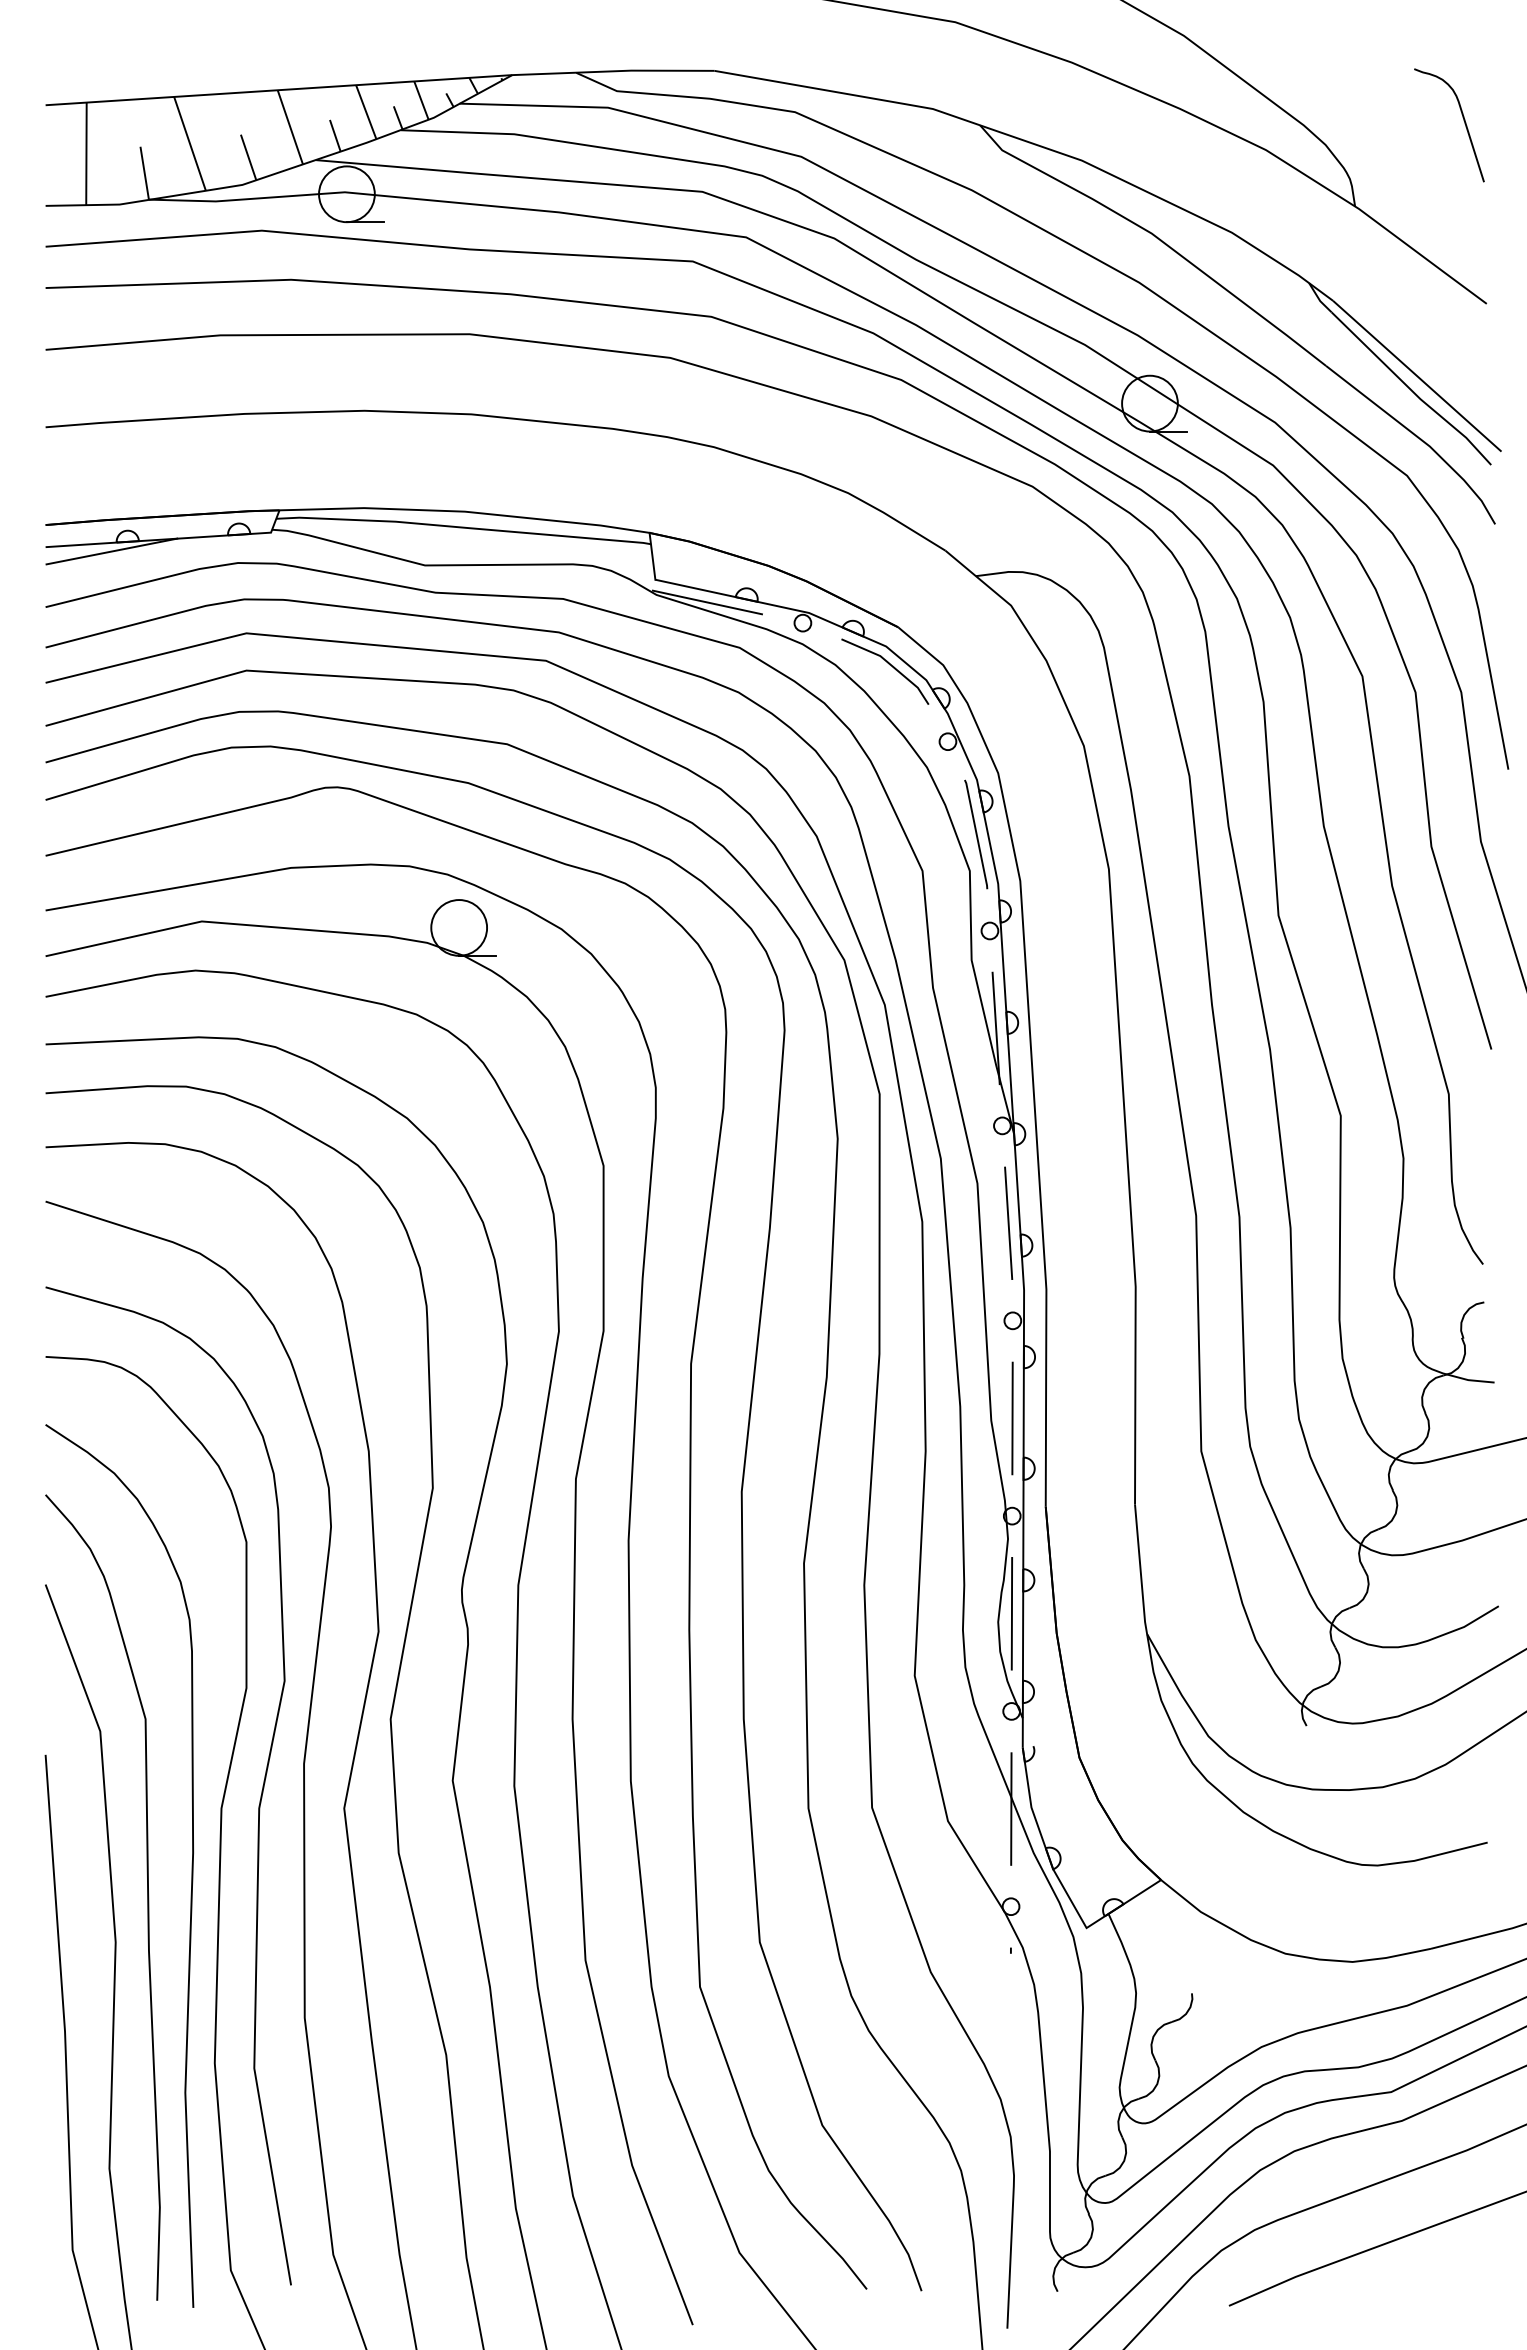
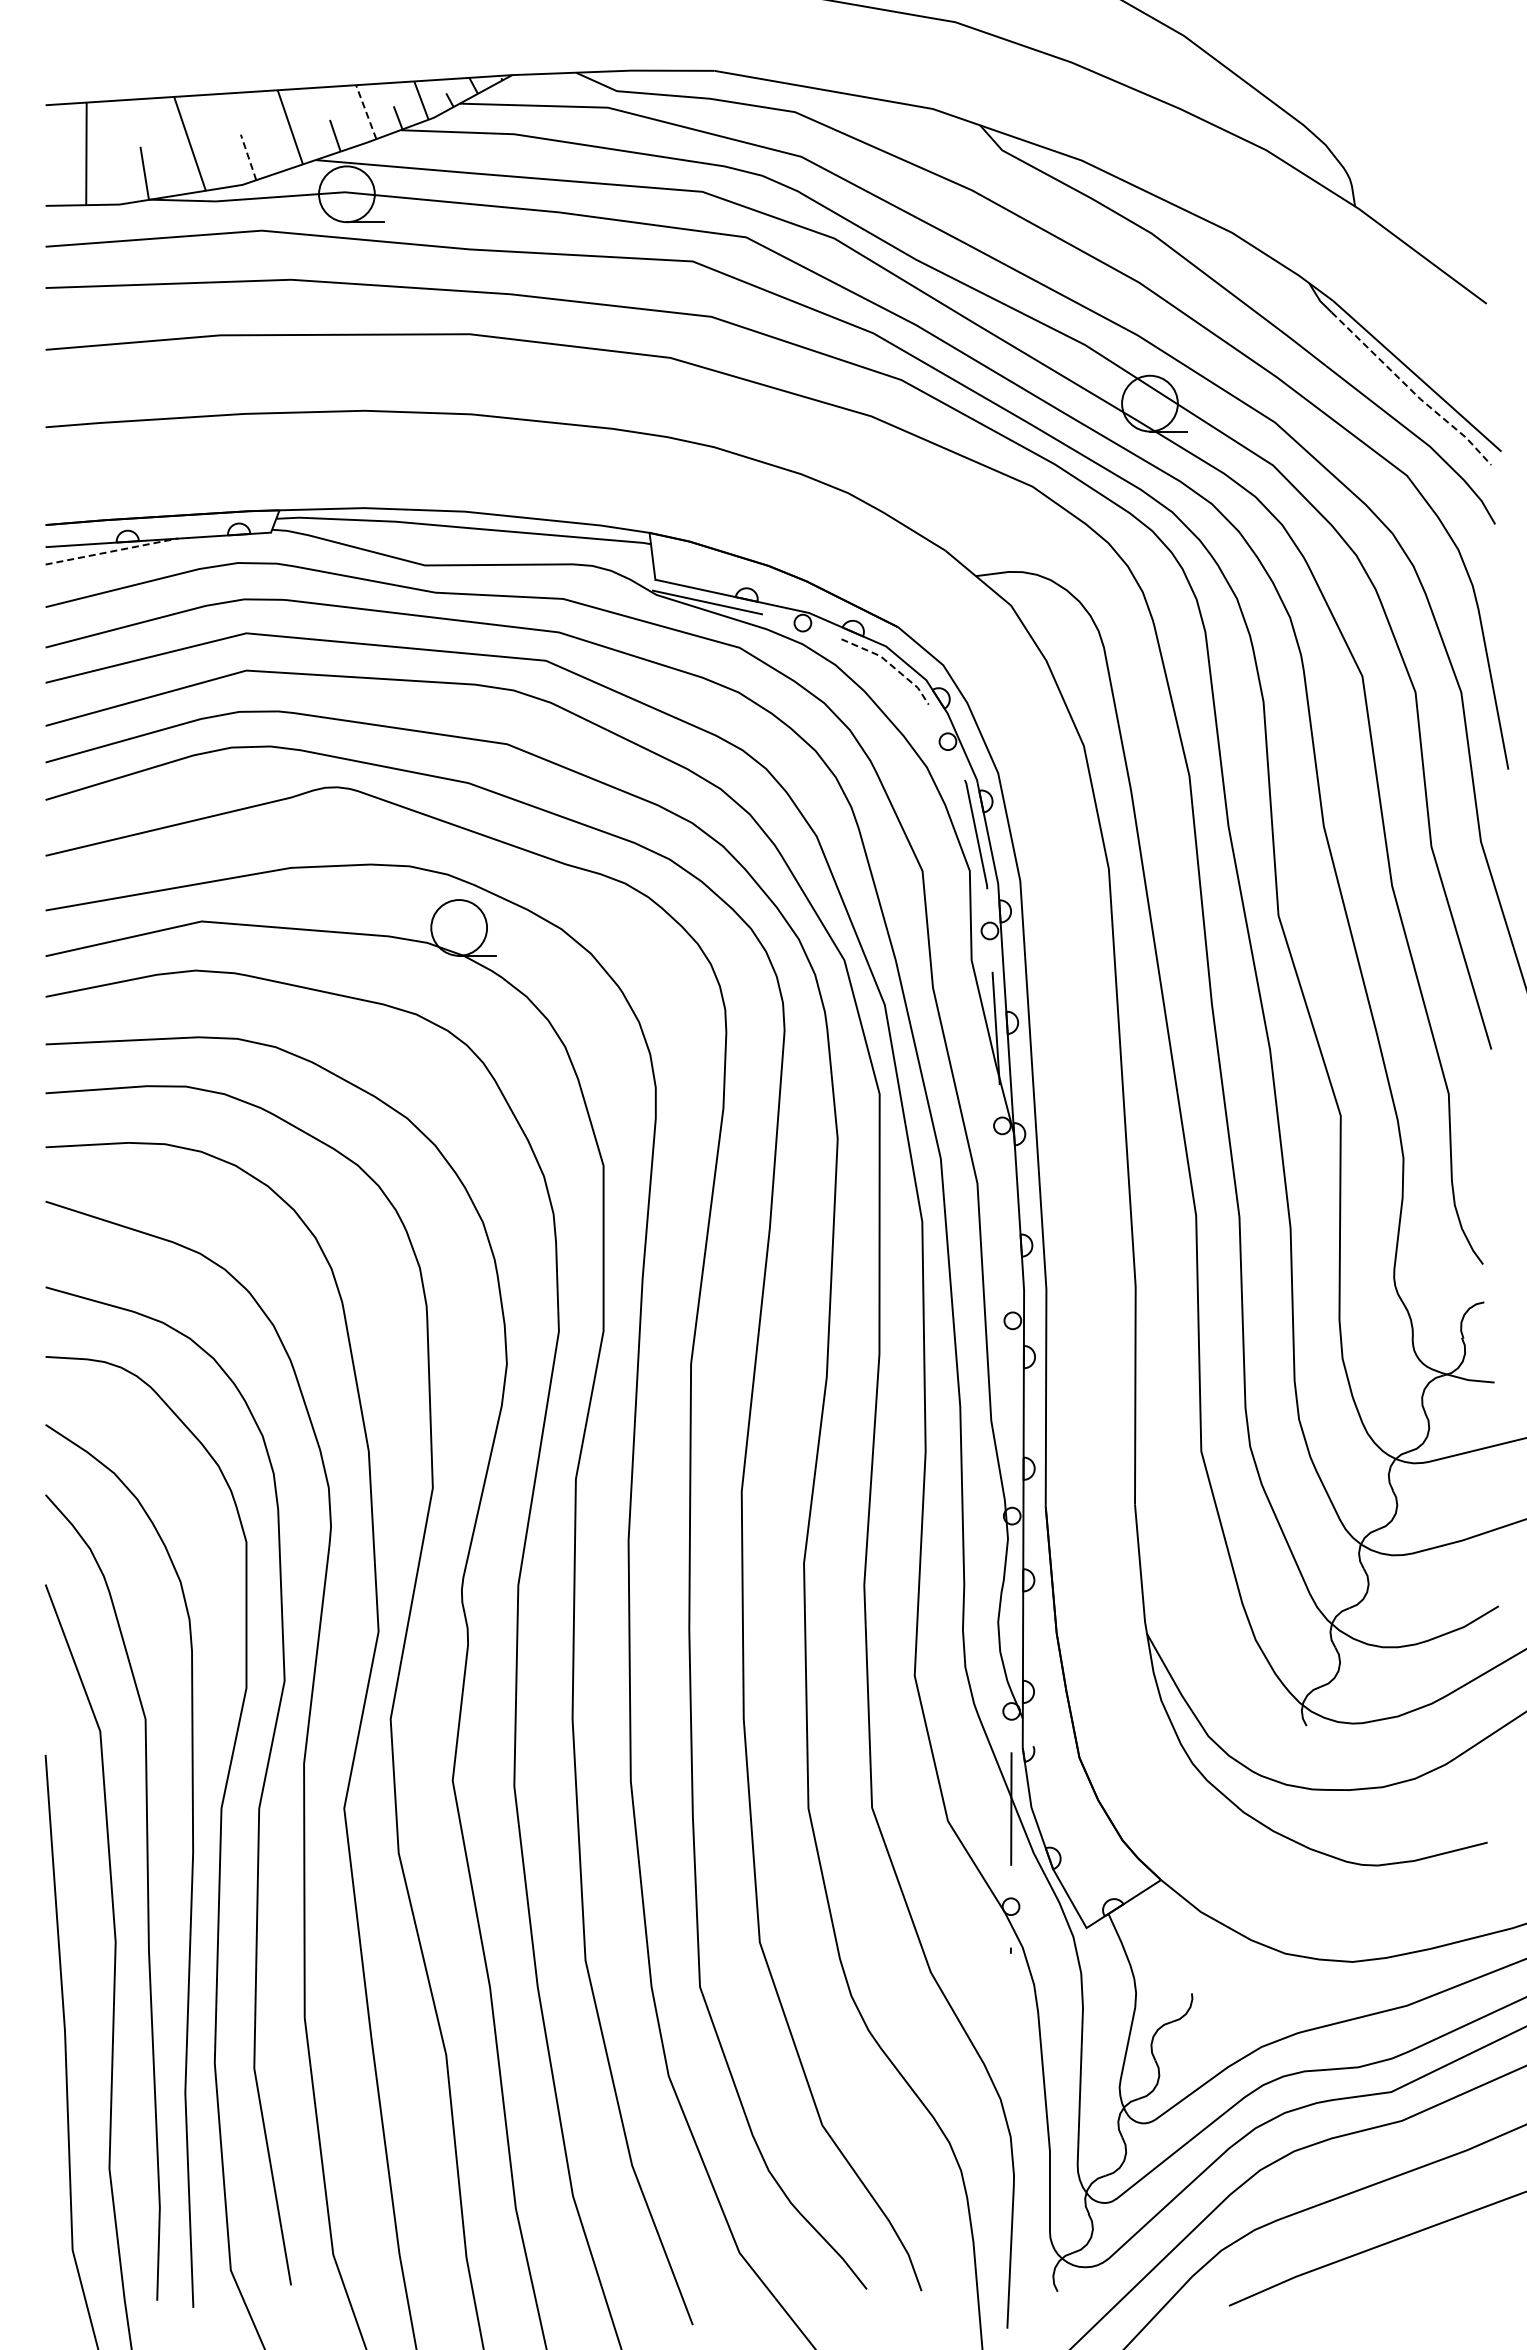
line at (366, 112): solid -> dashed
curve at (1463, 120): present -> none
line at (248, 157): solid -> dashed
line at (1411, 390): solid -> dashed
line at (111, 551): solid -> dashed
line at (890, 664): solid -> dashed
line at (1008, 1223): present -> none
line at (1012, 1418): present -> none
line at (1011, 1613): present -> none
